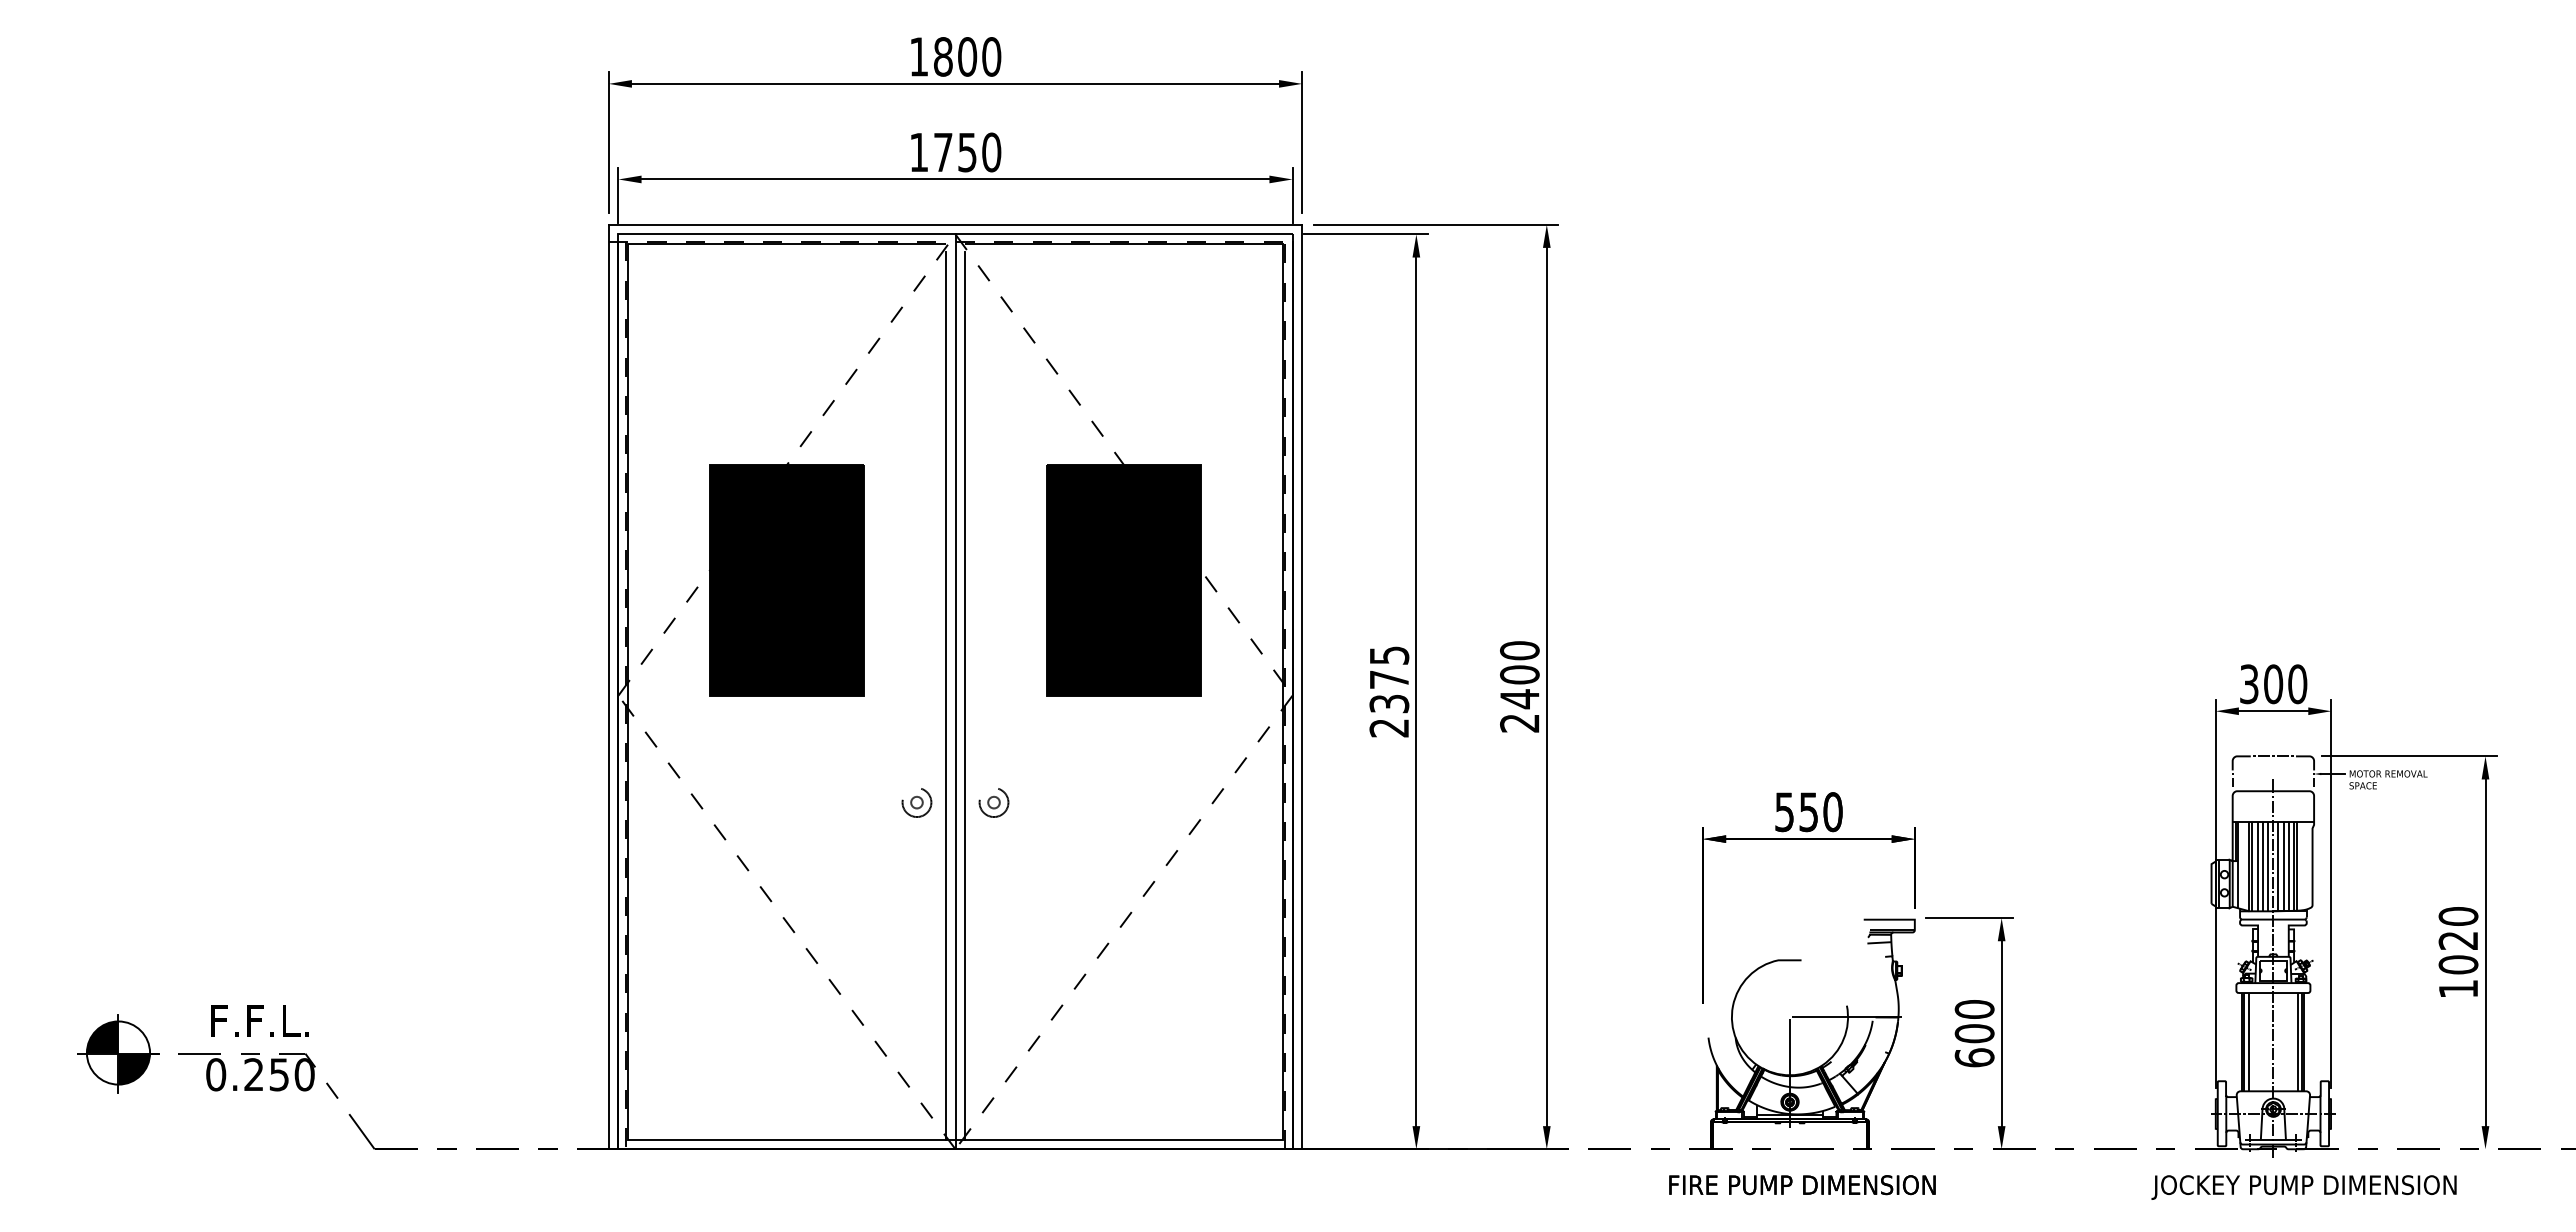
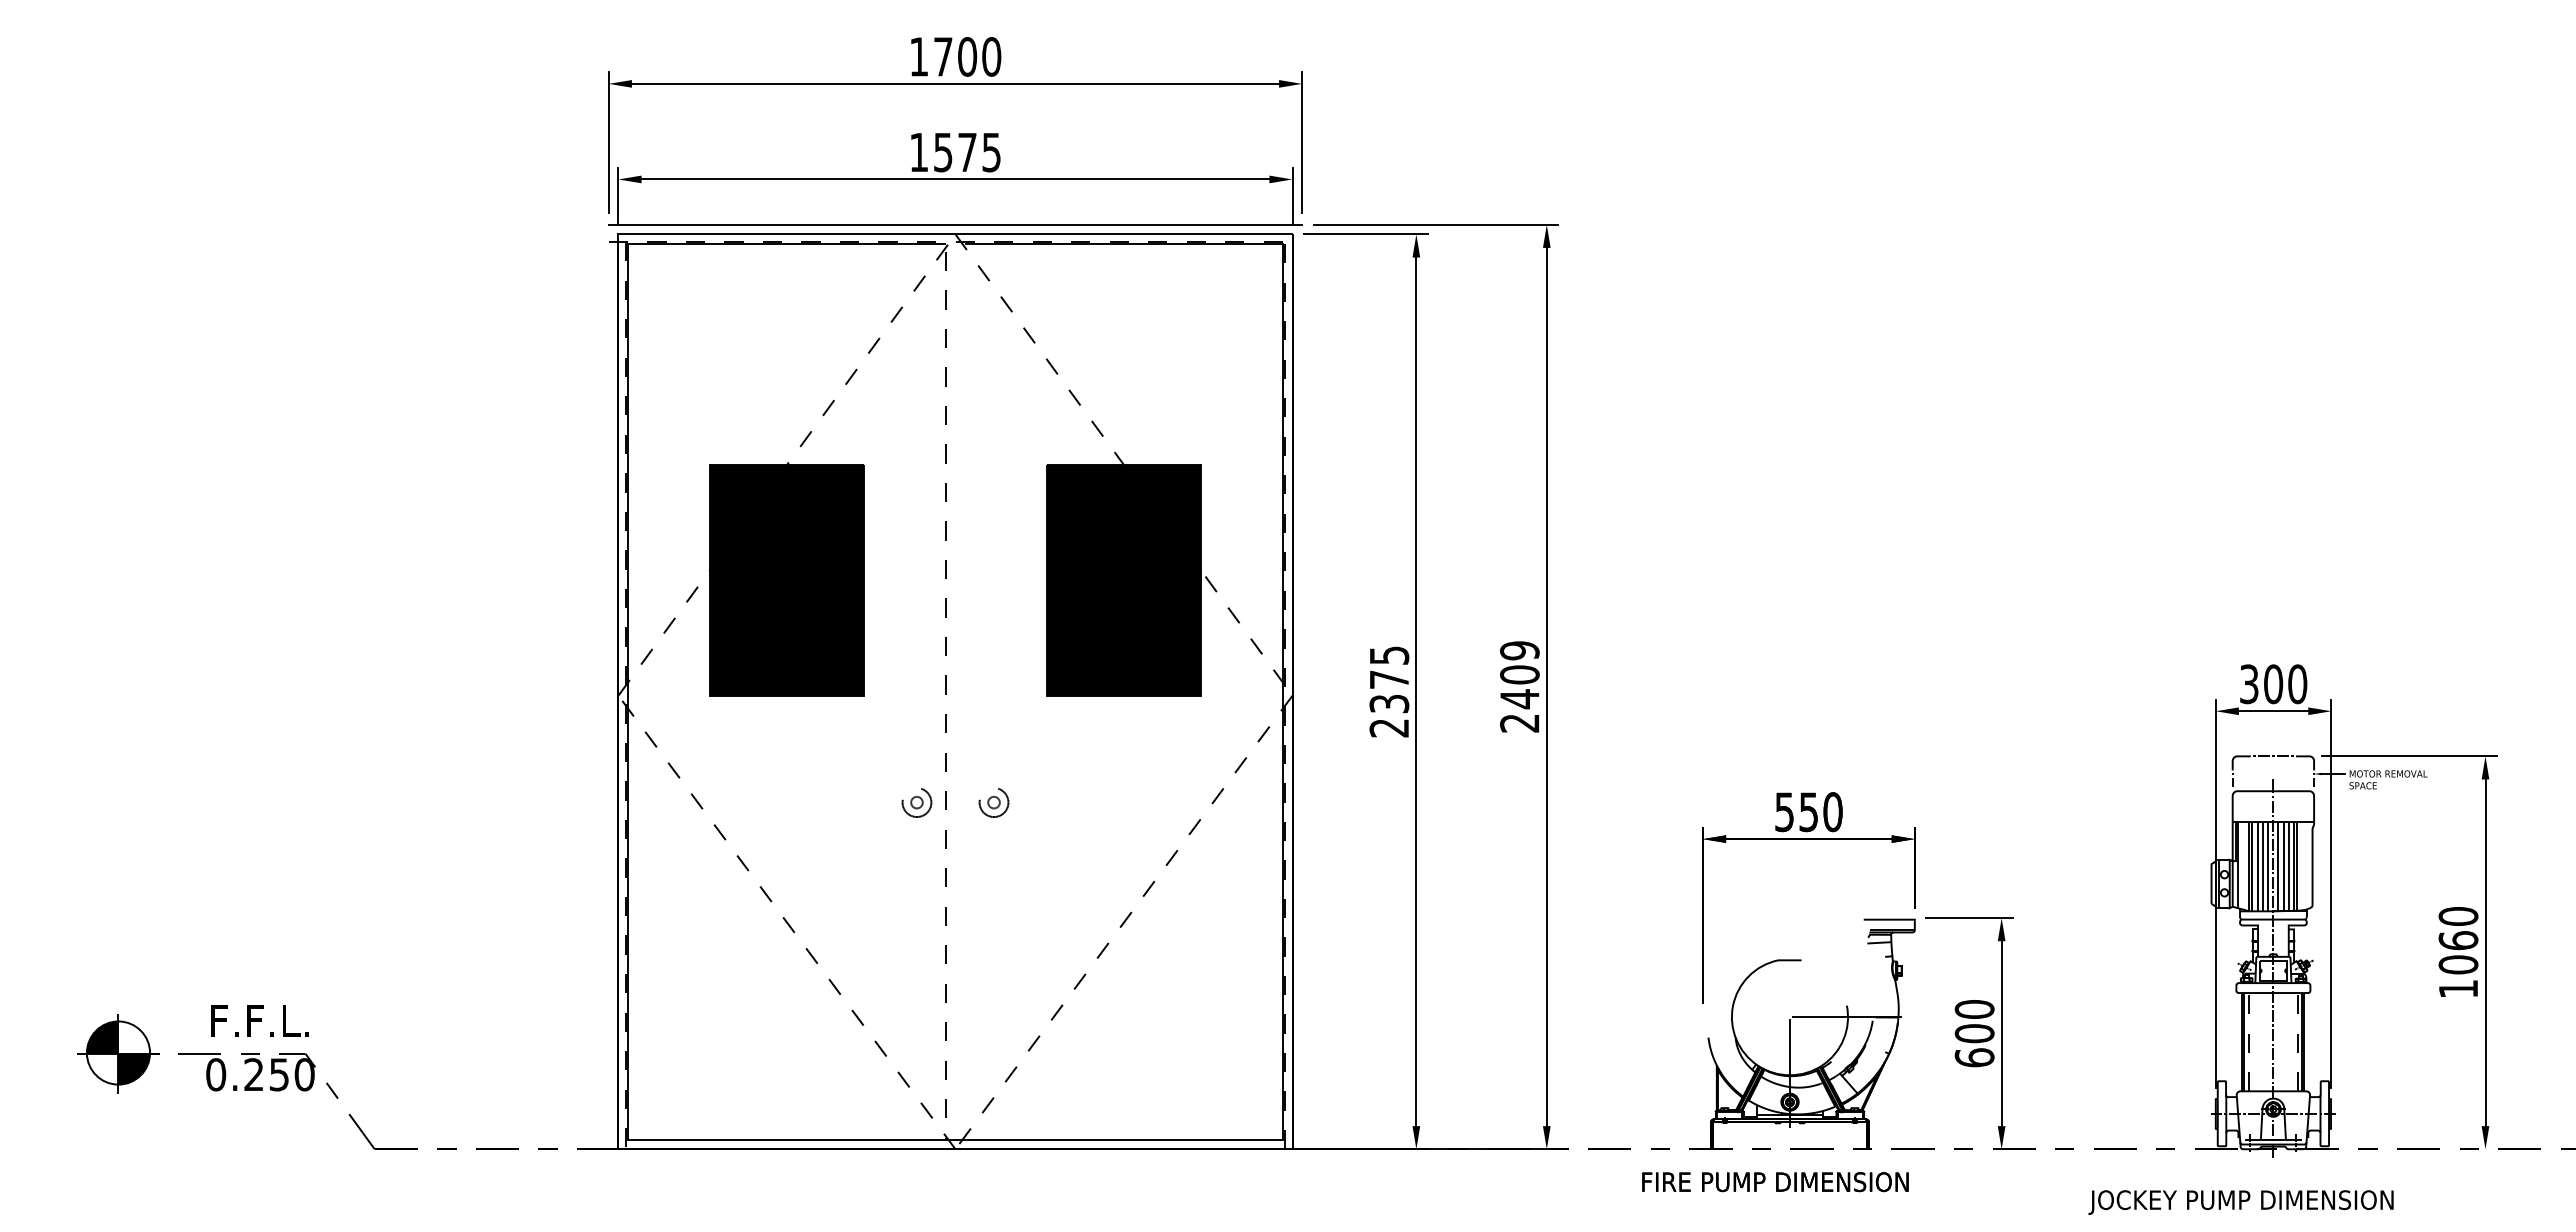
text at (943, 56): 1800 -> 1700
text at (967, 152): 1750 -> 1575
text at (1519, 650): 2400 -> 2409
line at (608, 686): present -> none
line at (1302, 686): present -> none
line at (955, 691): present -> none
line at (945, 695): solid -> dashed
line at (965, 695): present -> none
text at (2458, 940): 1020 -> 1060
line at (2249, 1041): solid -> dashed
line at (2297, 1041): solid -> dashed
text at (1802, 1185) position: (1802, 1185) -> (1775, 1182)
text at (2303, 1187) position: (2303, 1187) -> (2240, 1202)
